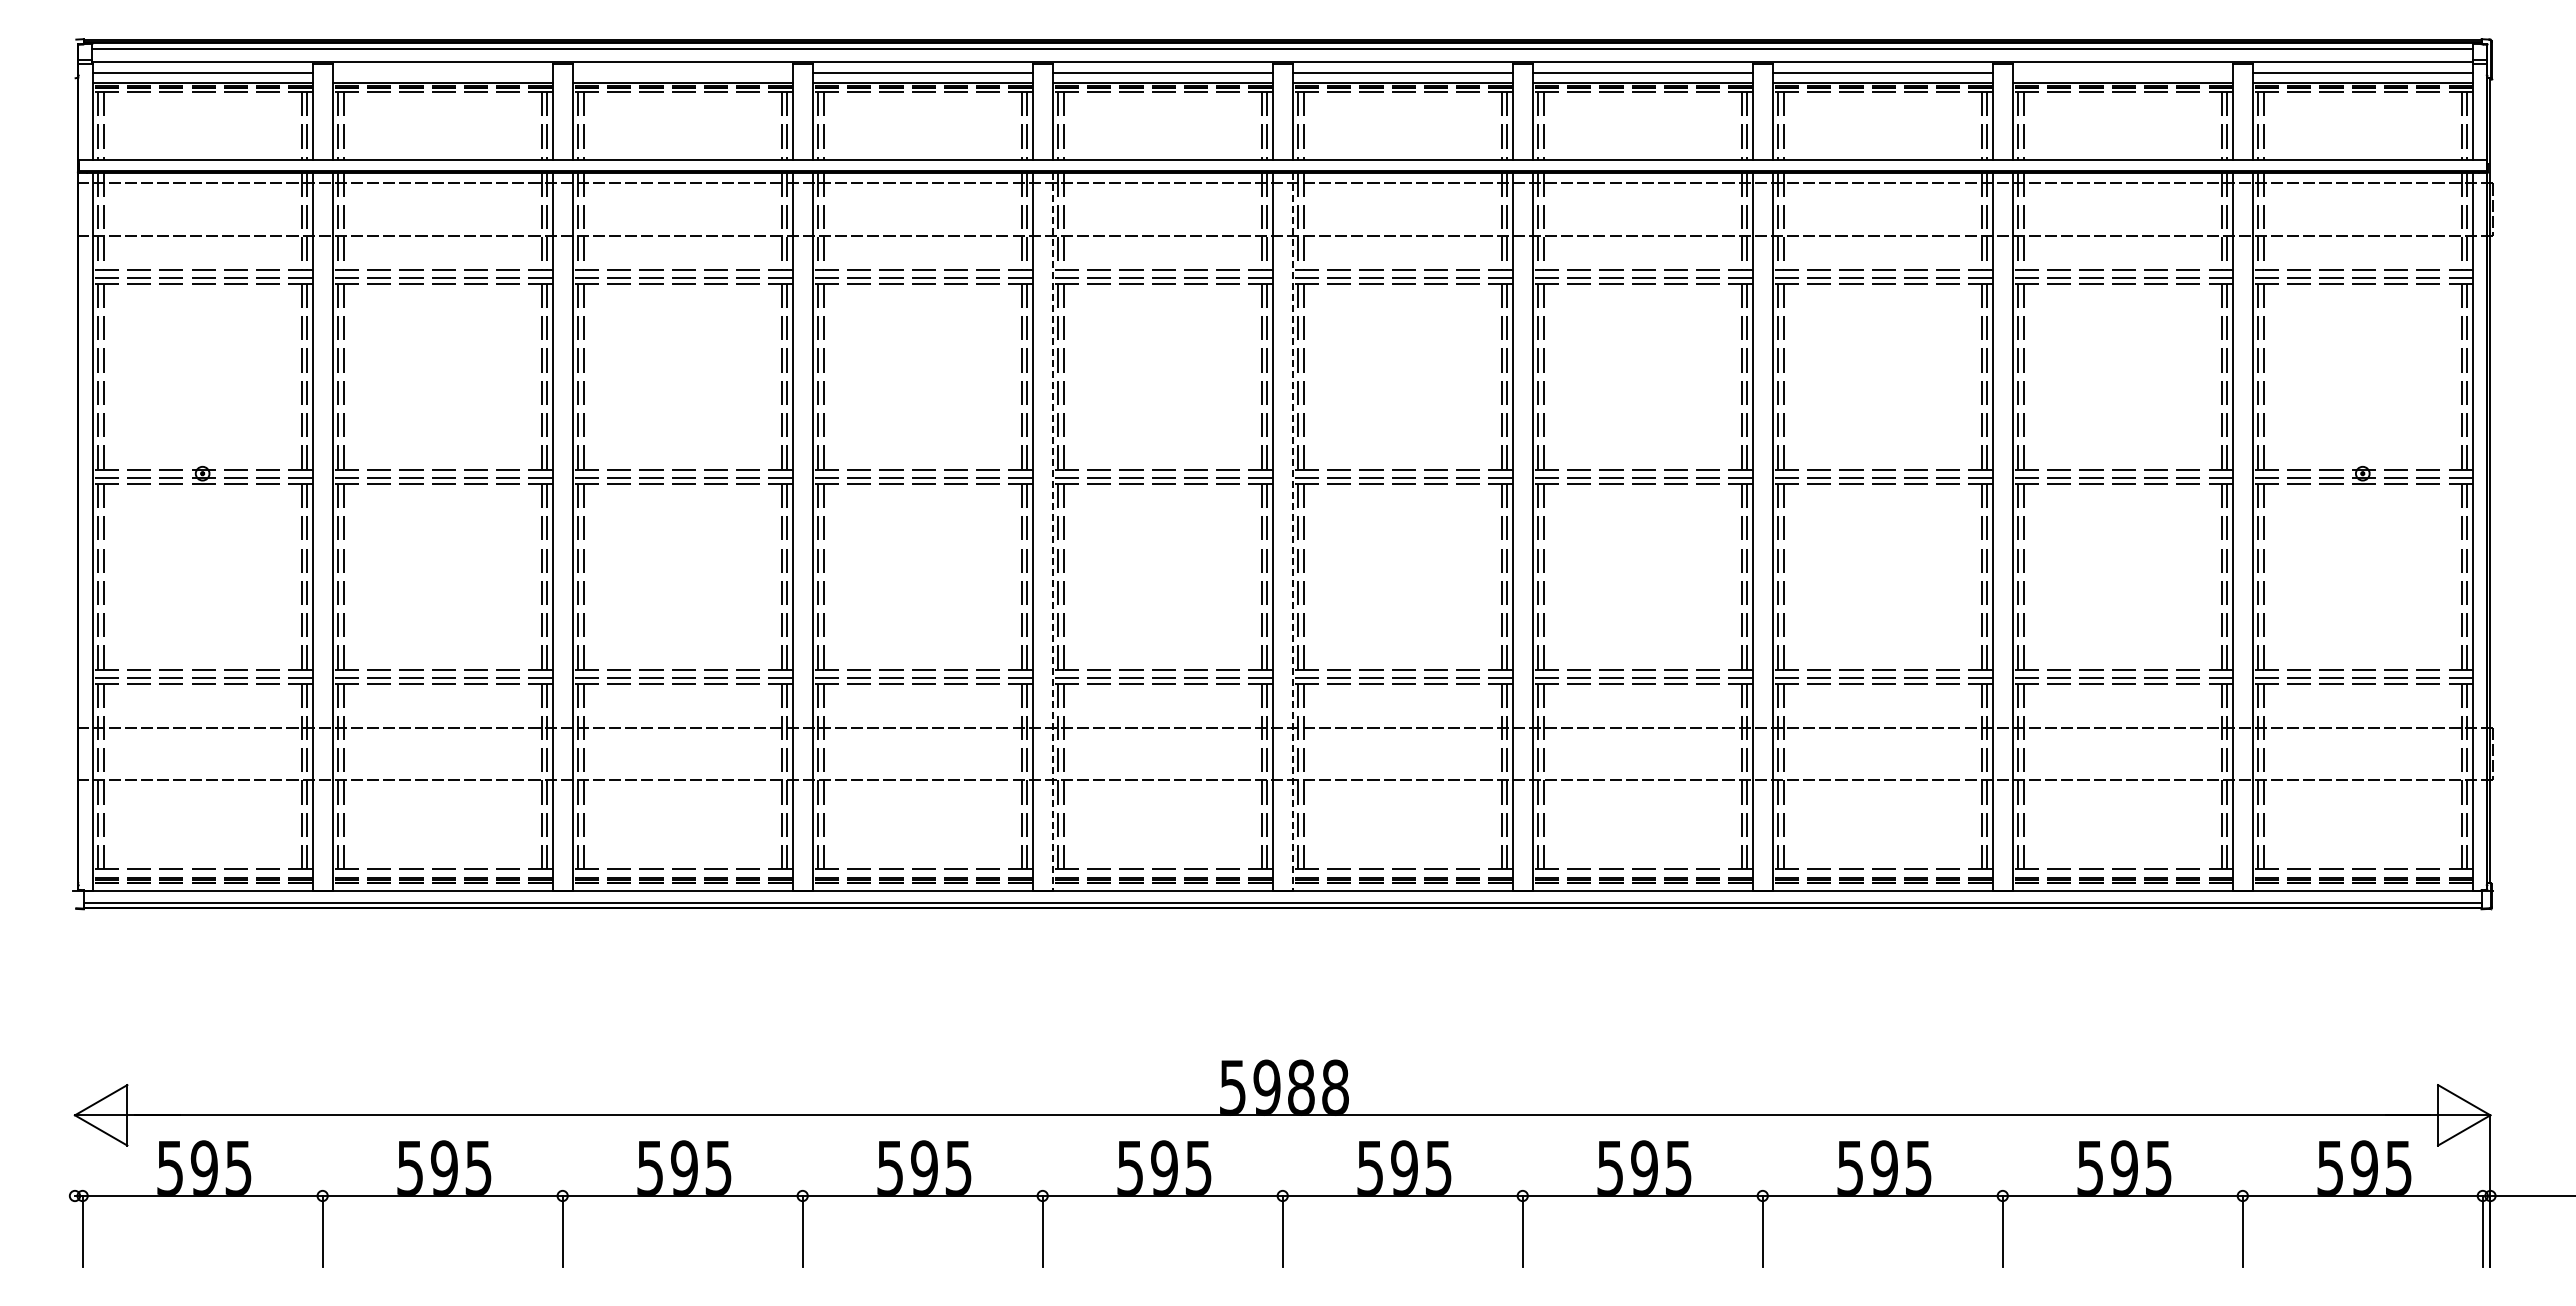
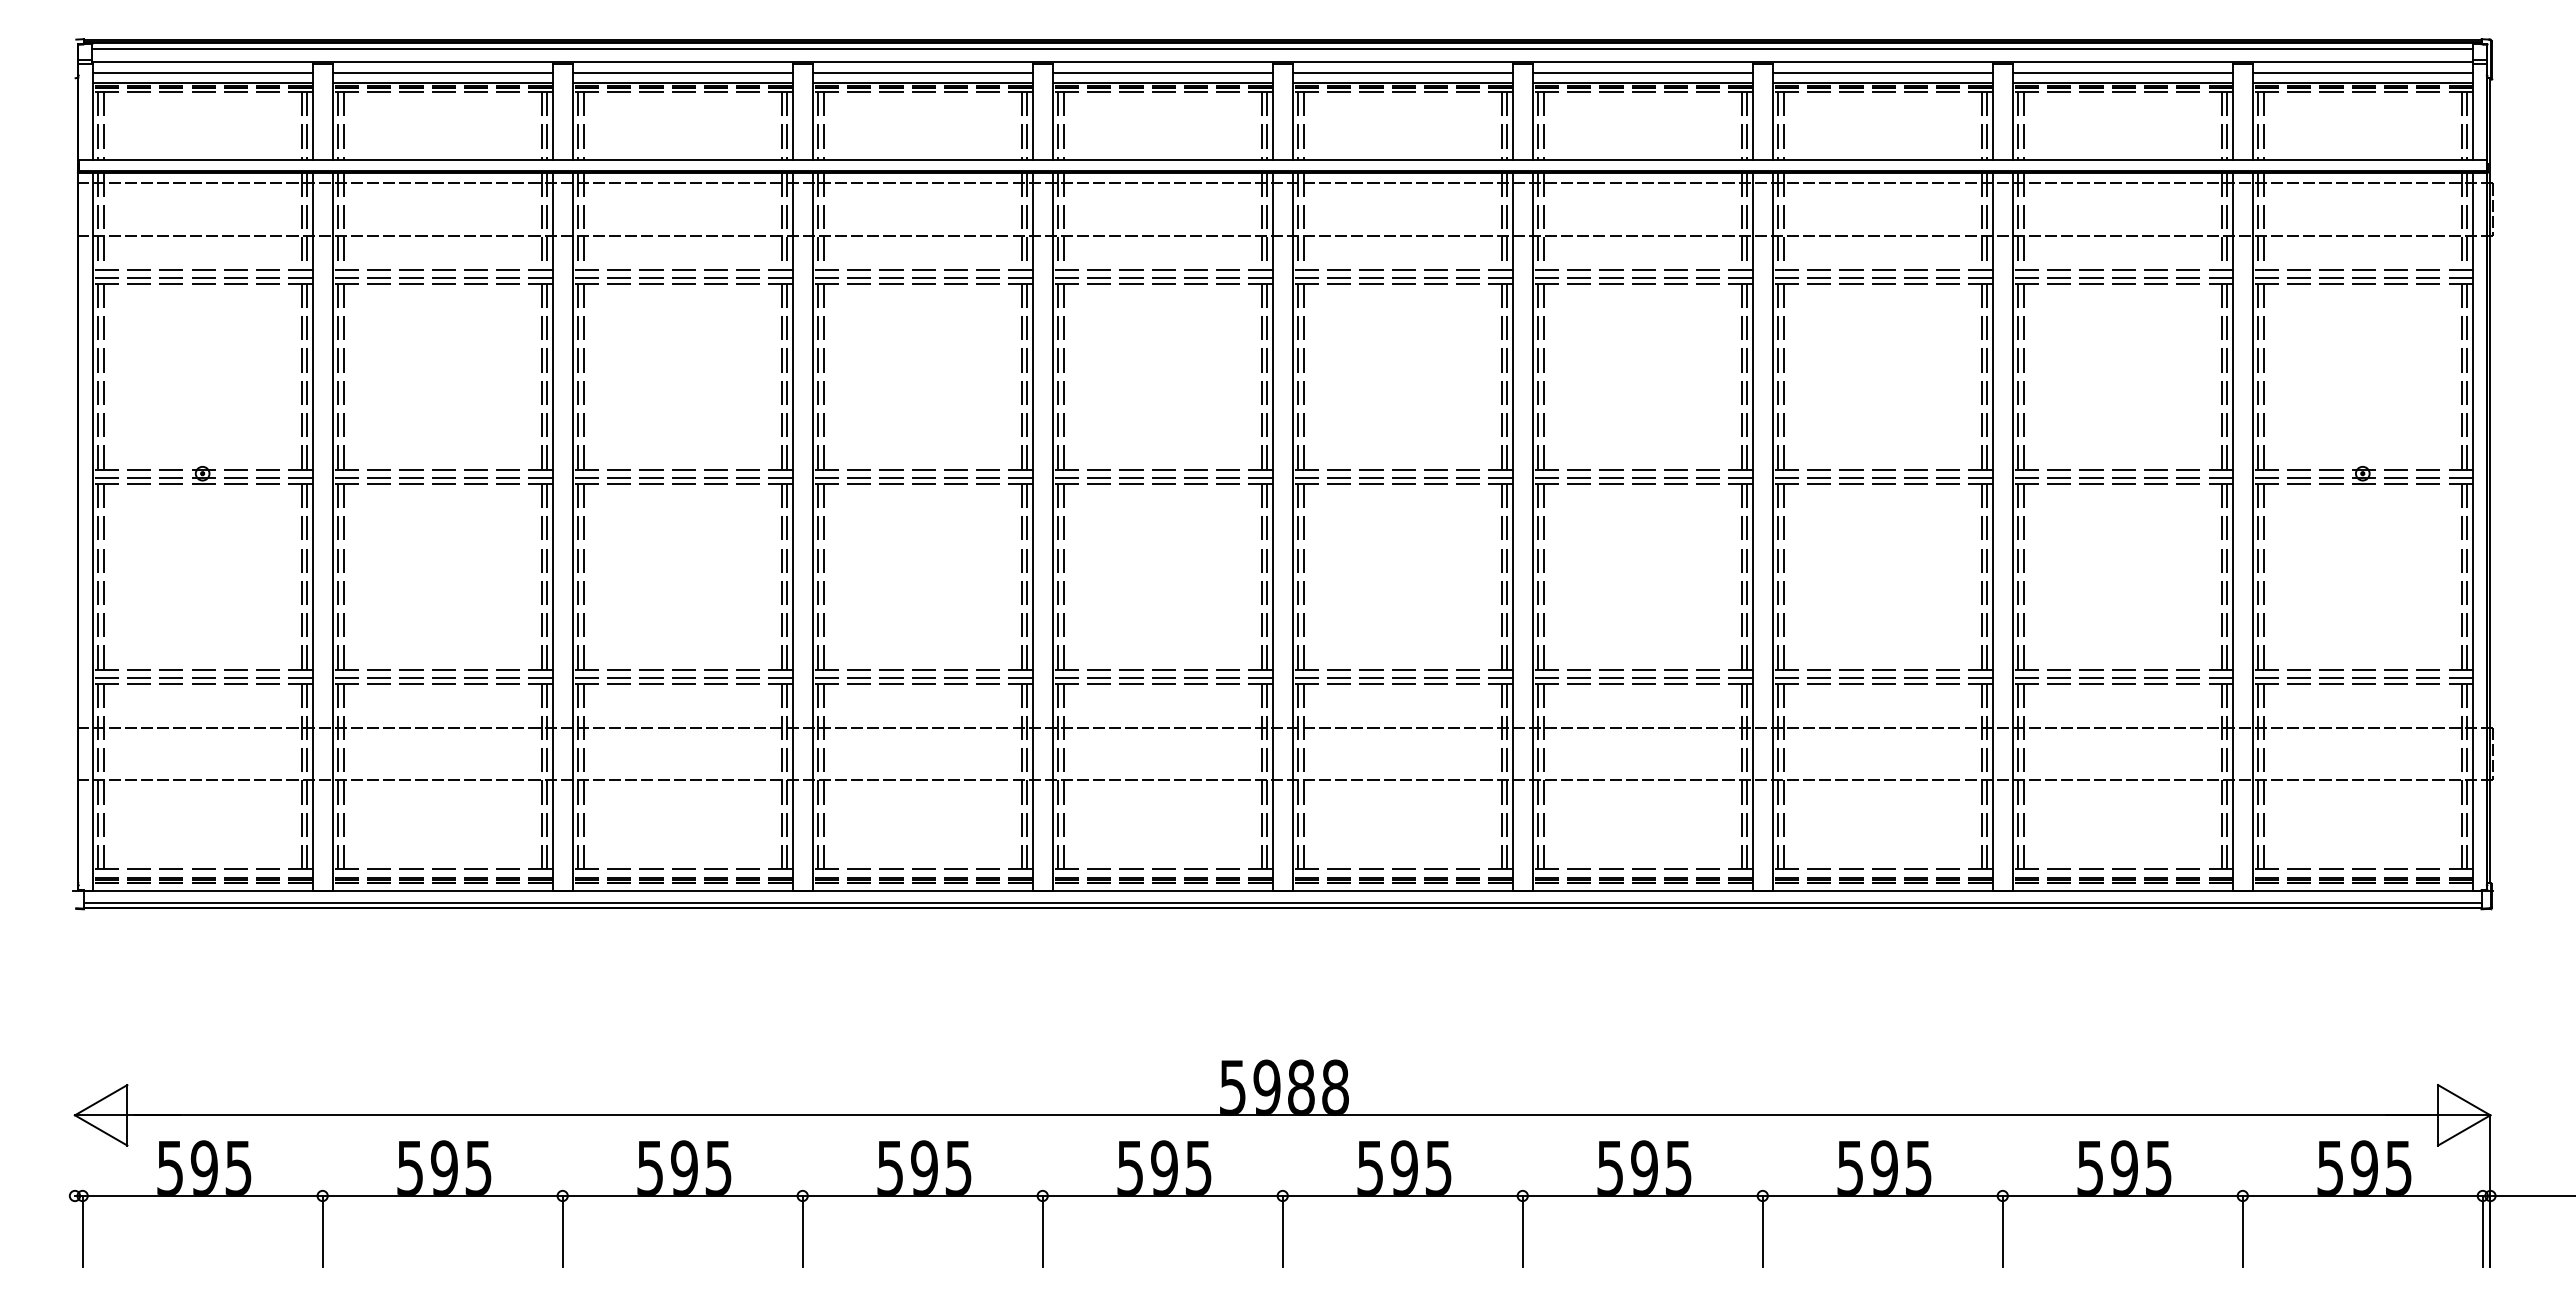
line at (442, 72): none -> present
line at (682, 72): none -> present
line at (2122, 72): none -> present
line at (1052, 532): dashed -> solid
line at (1292, 532): dashed -> solid
